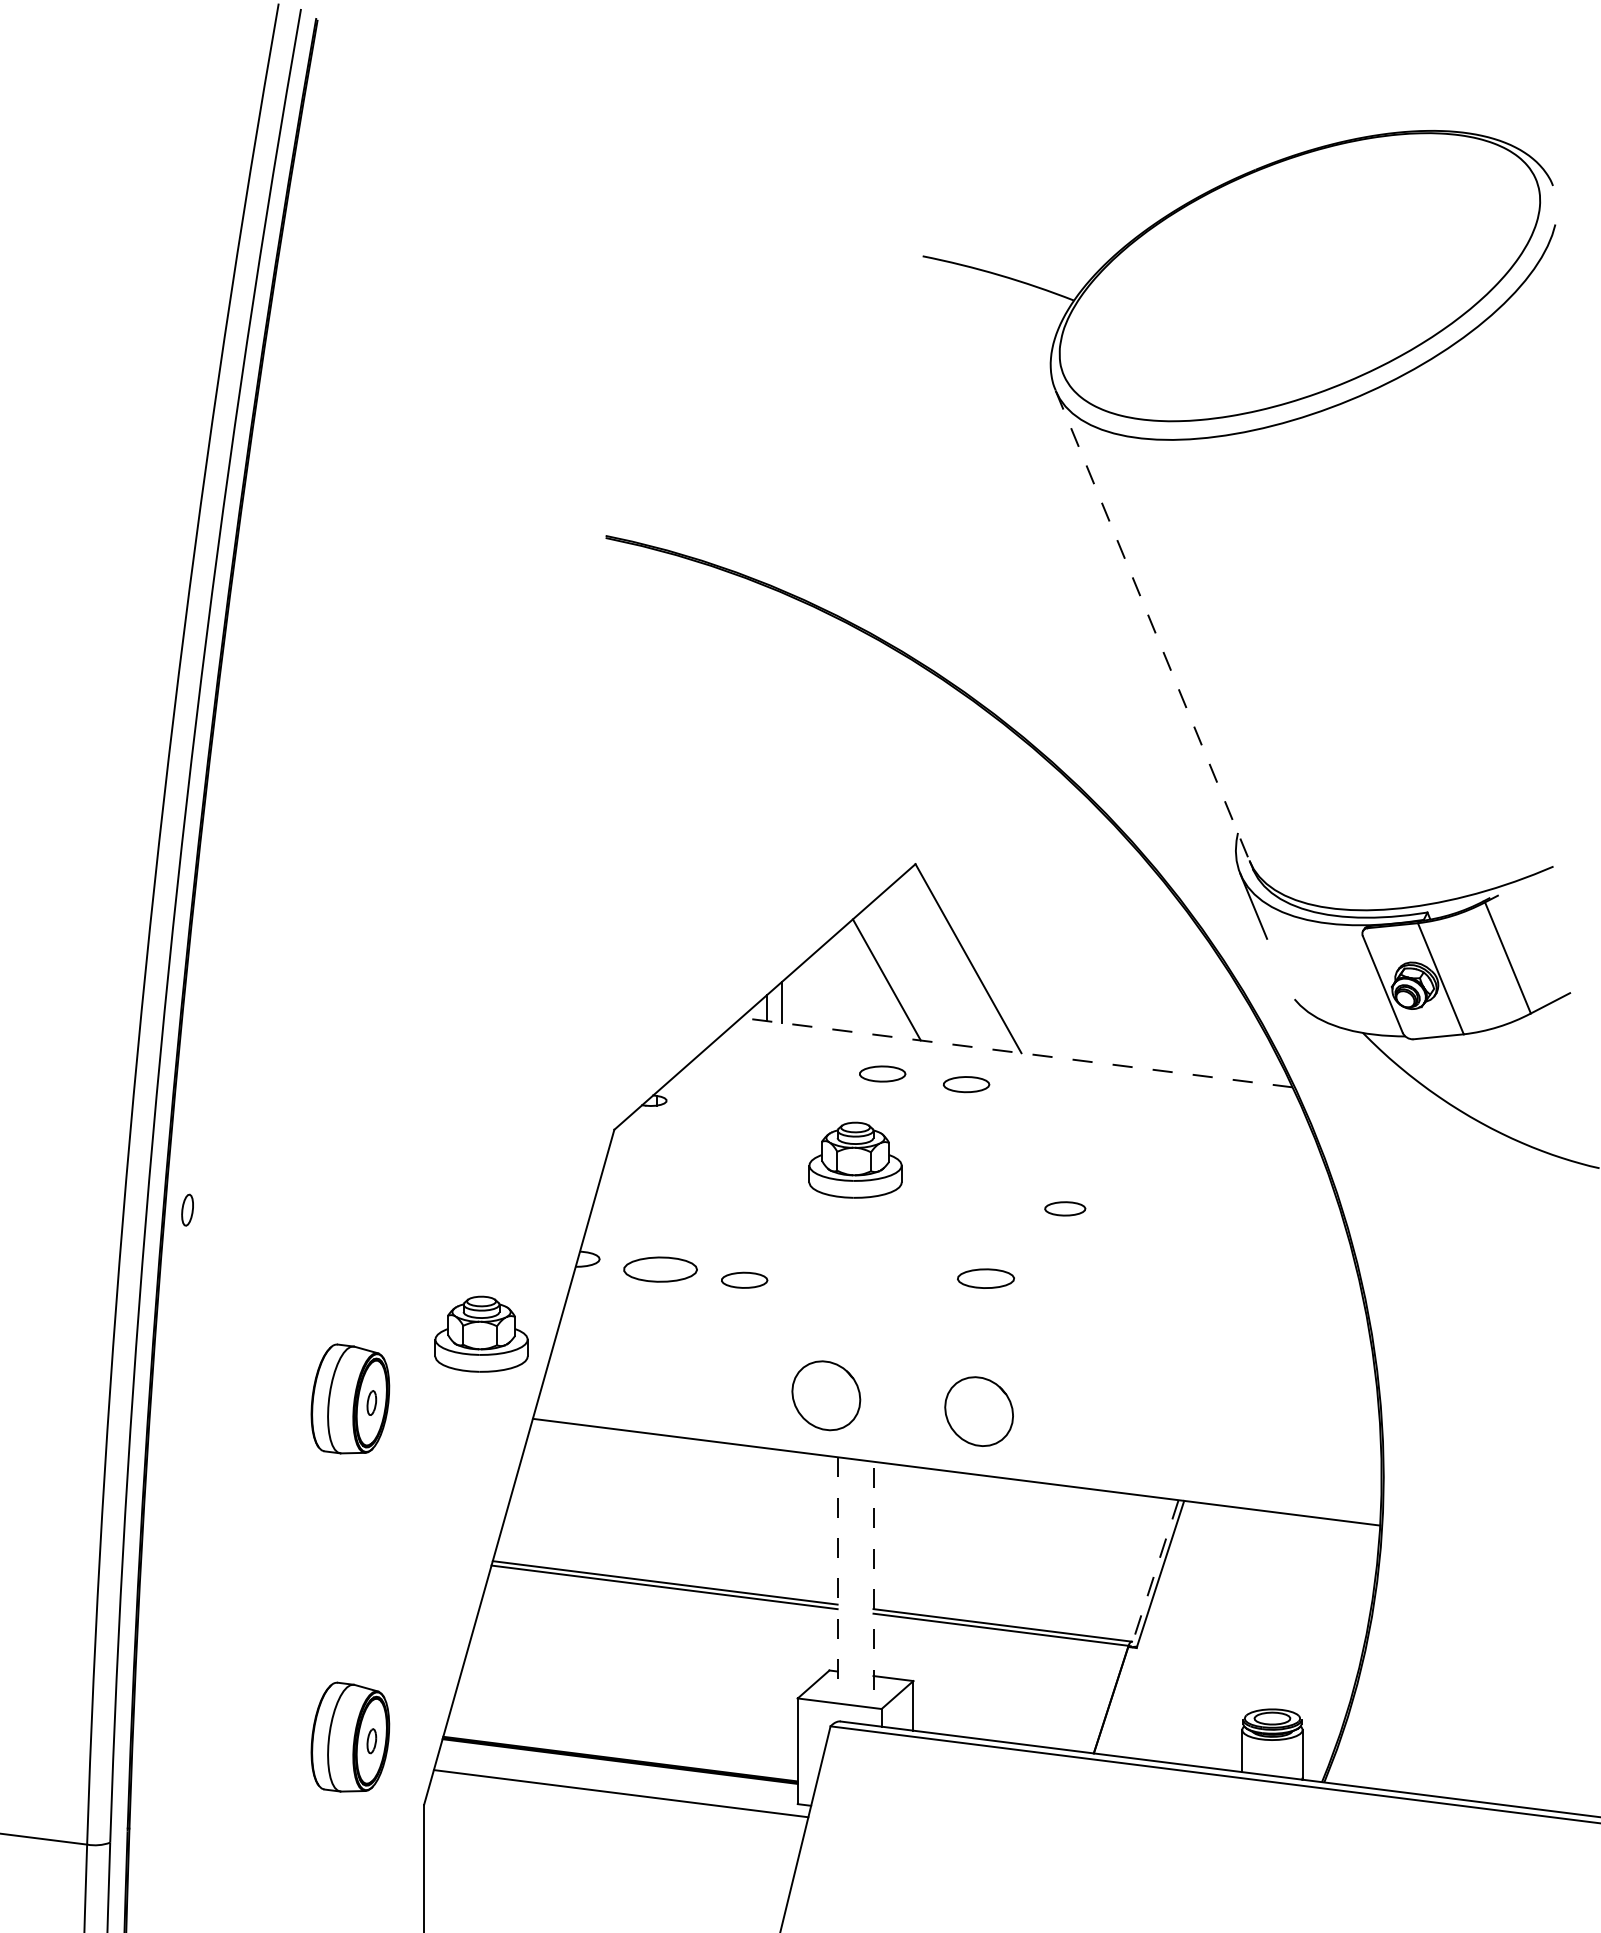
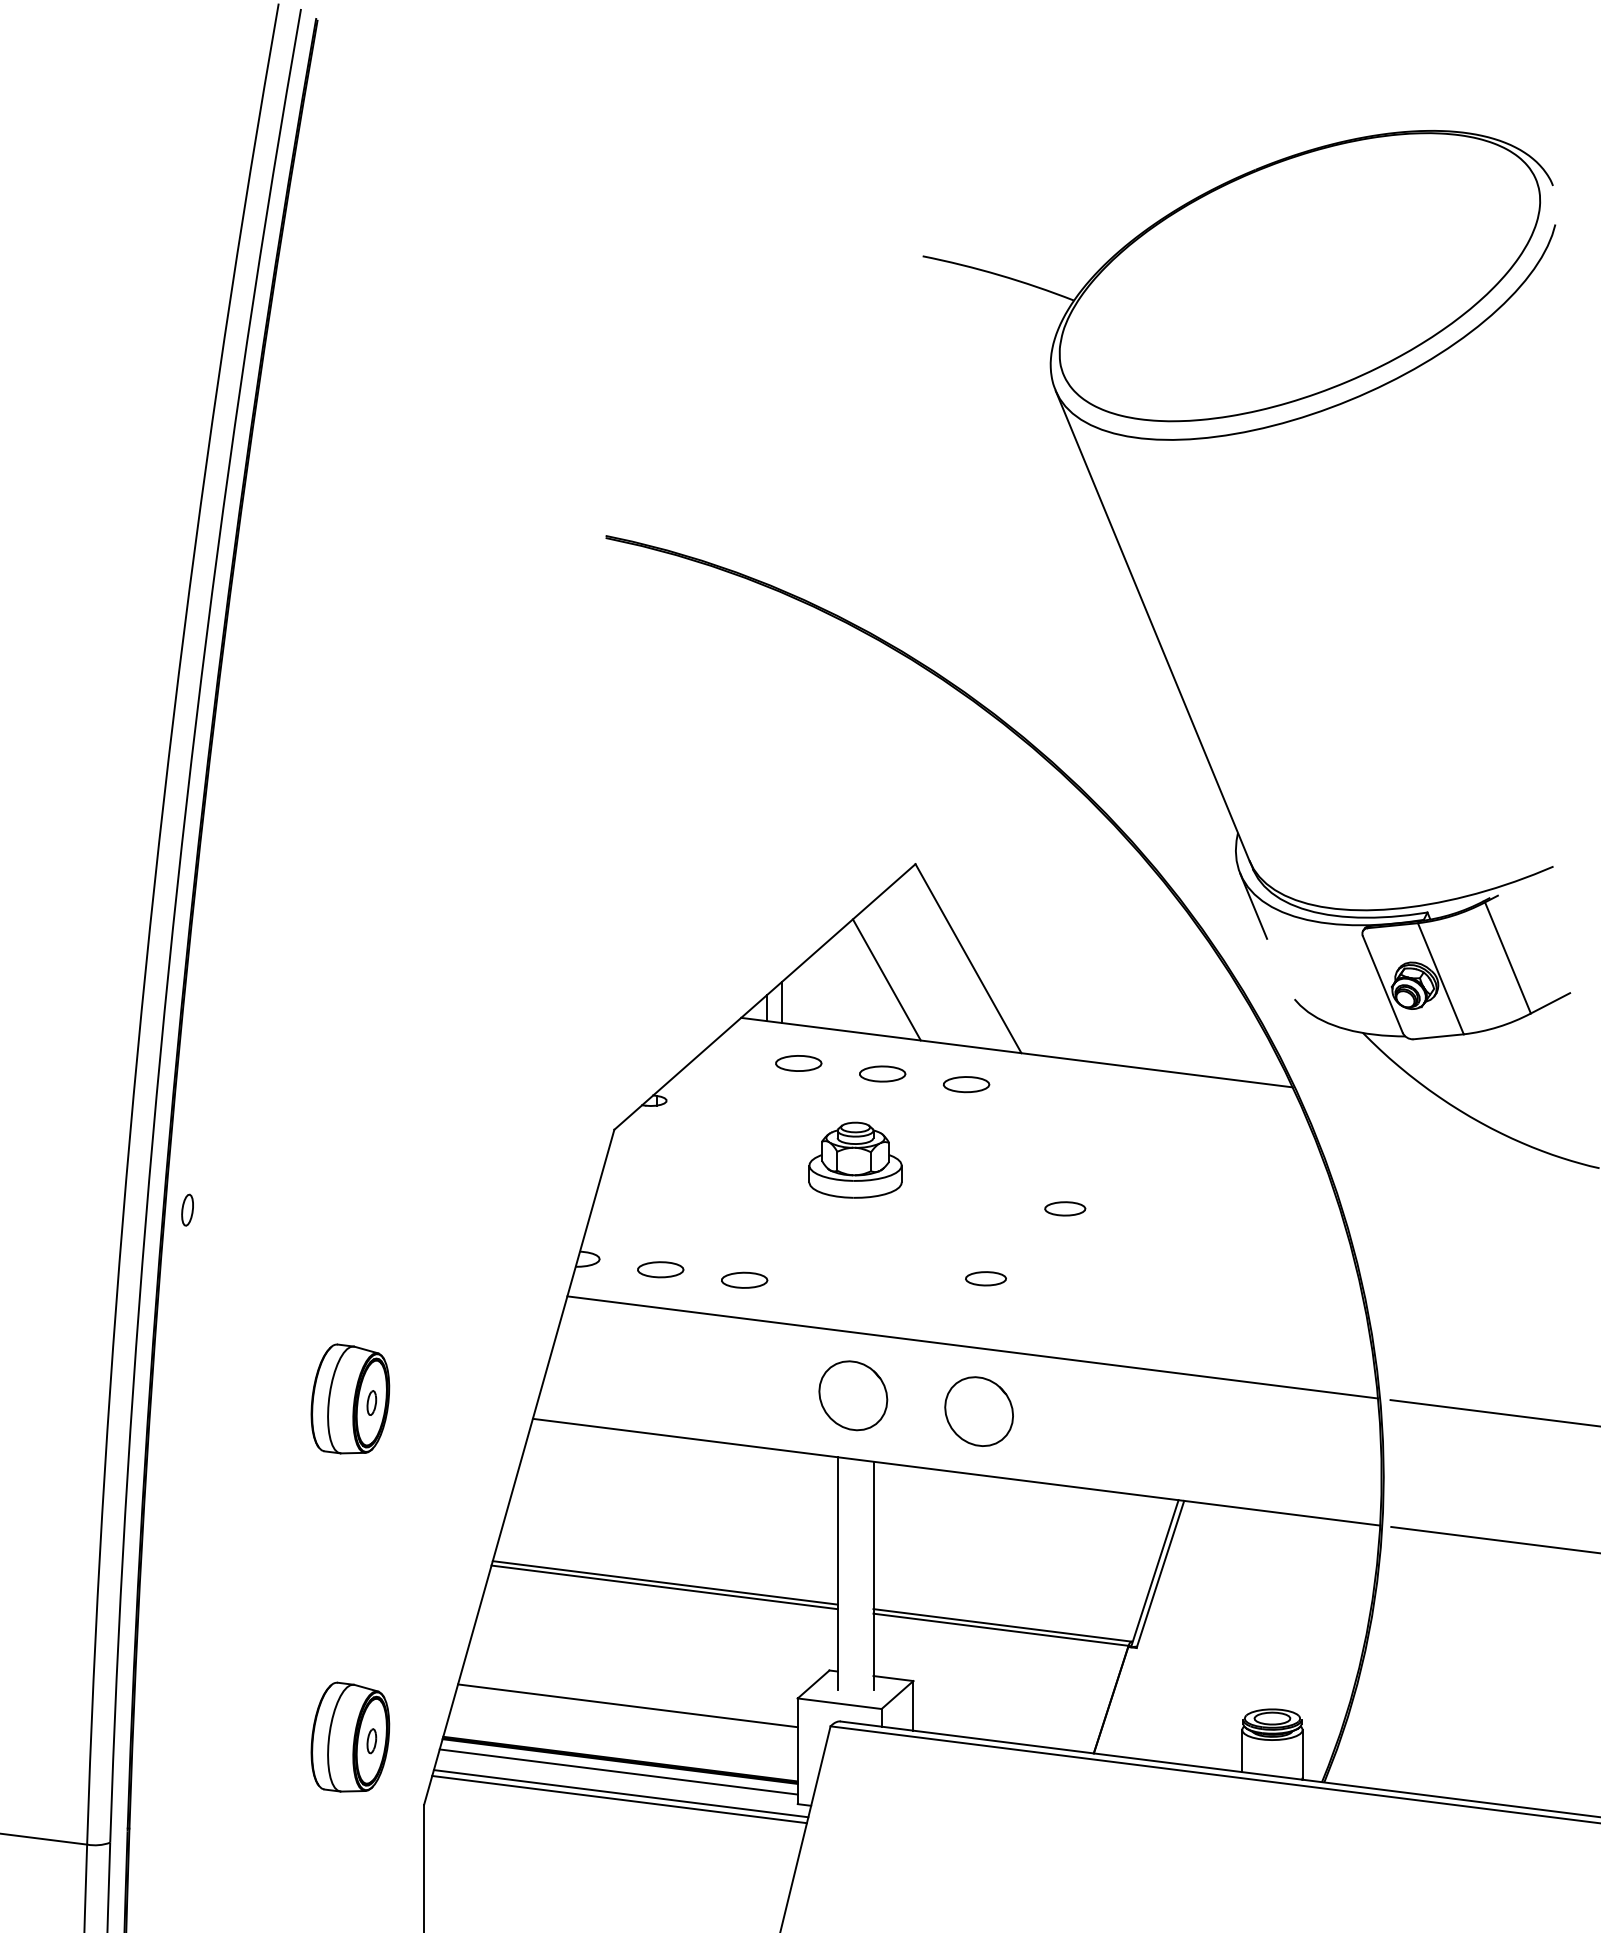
line at (1152, 626): dashed -> solid
line at (1016, 1052): dashed -> solid
part at (798, 1063): none -> present
part at (660, 1269) size: 75x27 px -> 48x18 px
part at (985, 1278) size: 58x21 px -> 42x16 px
part at (481, 1333): present -> none
line at (972, 1347): none -> present
part at (826, 1395) position: (826, 1395) -> (853, 1395)
line at (1493, 1413): none -> present
line at (1494, 1539): none -> present
line at (837, 1573): dashed -> solid
line at (1154, 1574): dashed -> solid
line at (873, 1575): dashed -> solid
line at (627, 1705): none -> present
line at (618, 1771): none -> present
line at (619, 1799): none -> present
